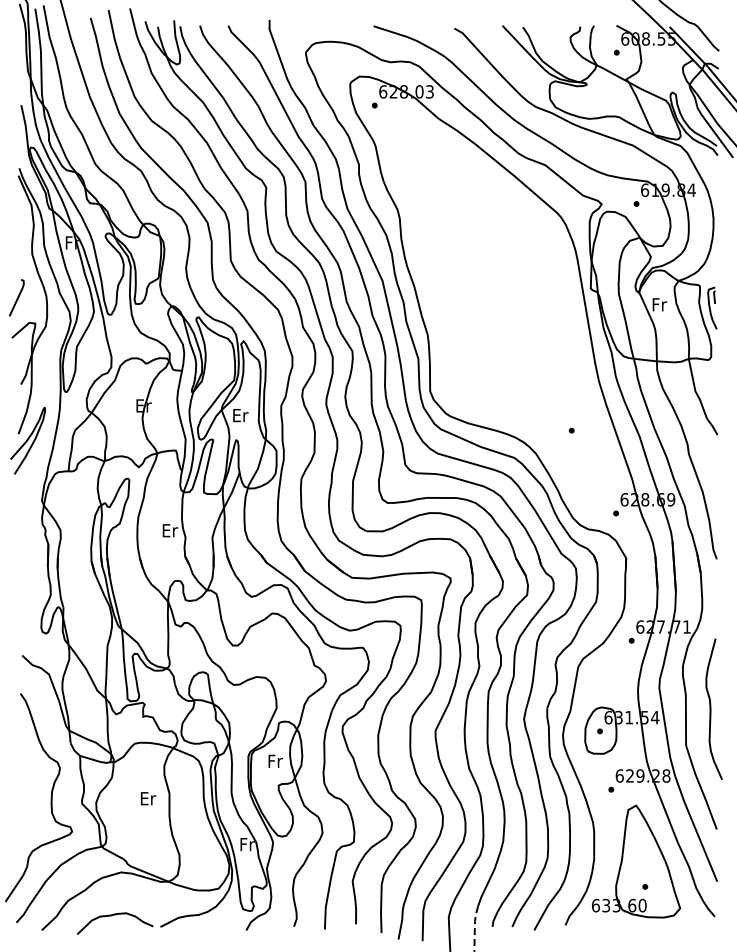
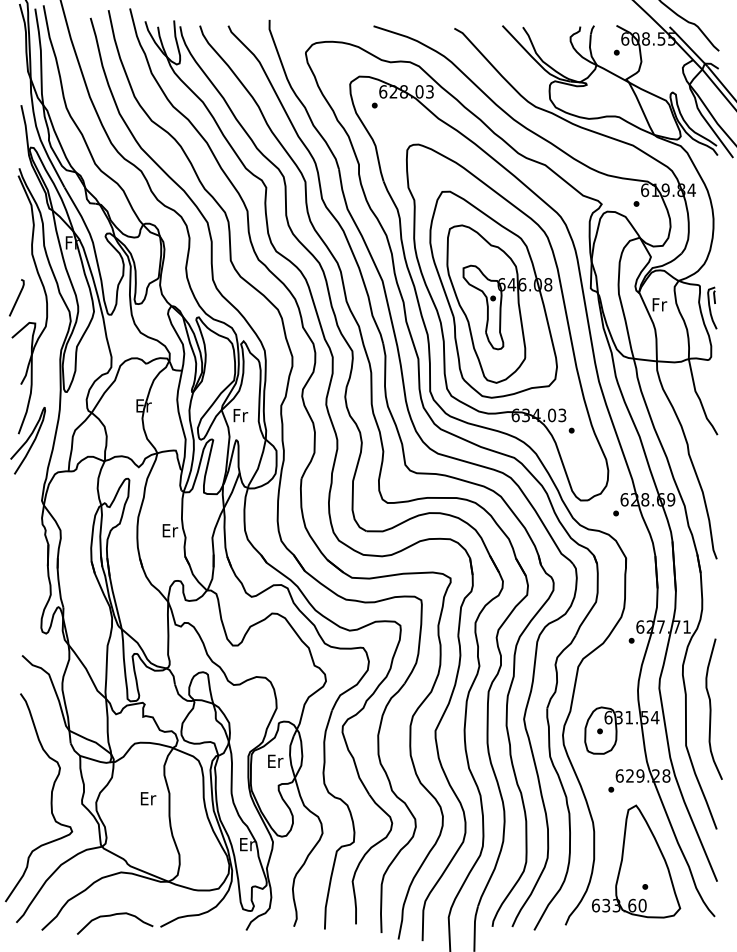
part at (507, 322): none -> present
text at (240, 415): Er -> Fr
text at (275, 760): Fr -> Er
text at (246, 844): Fr -> Er
line at (474, 927): dashed -> solid
